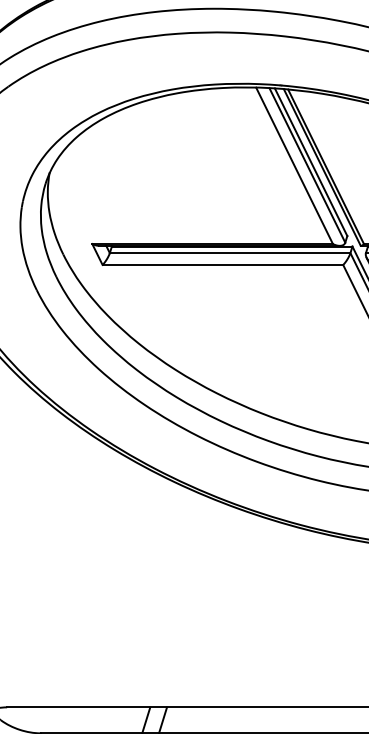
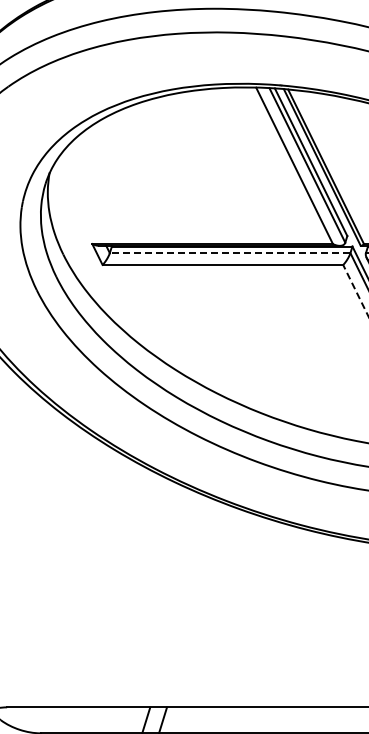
line at (229, 253): solid -> dashed
line at (355, 291): solid -> dashed
